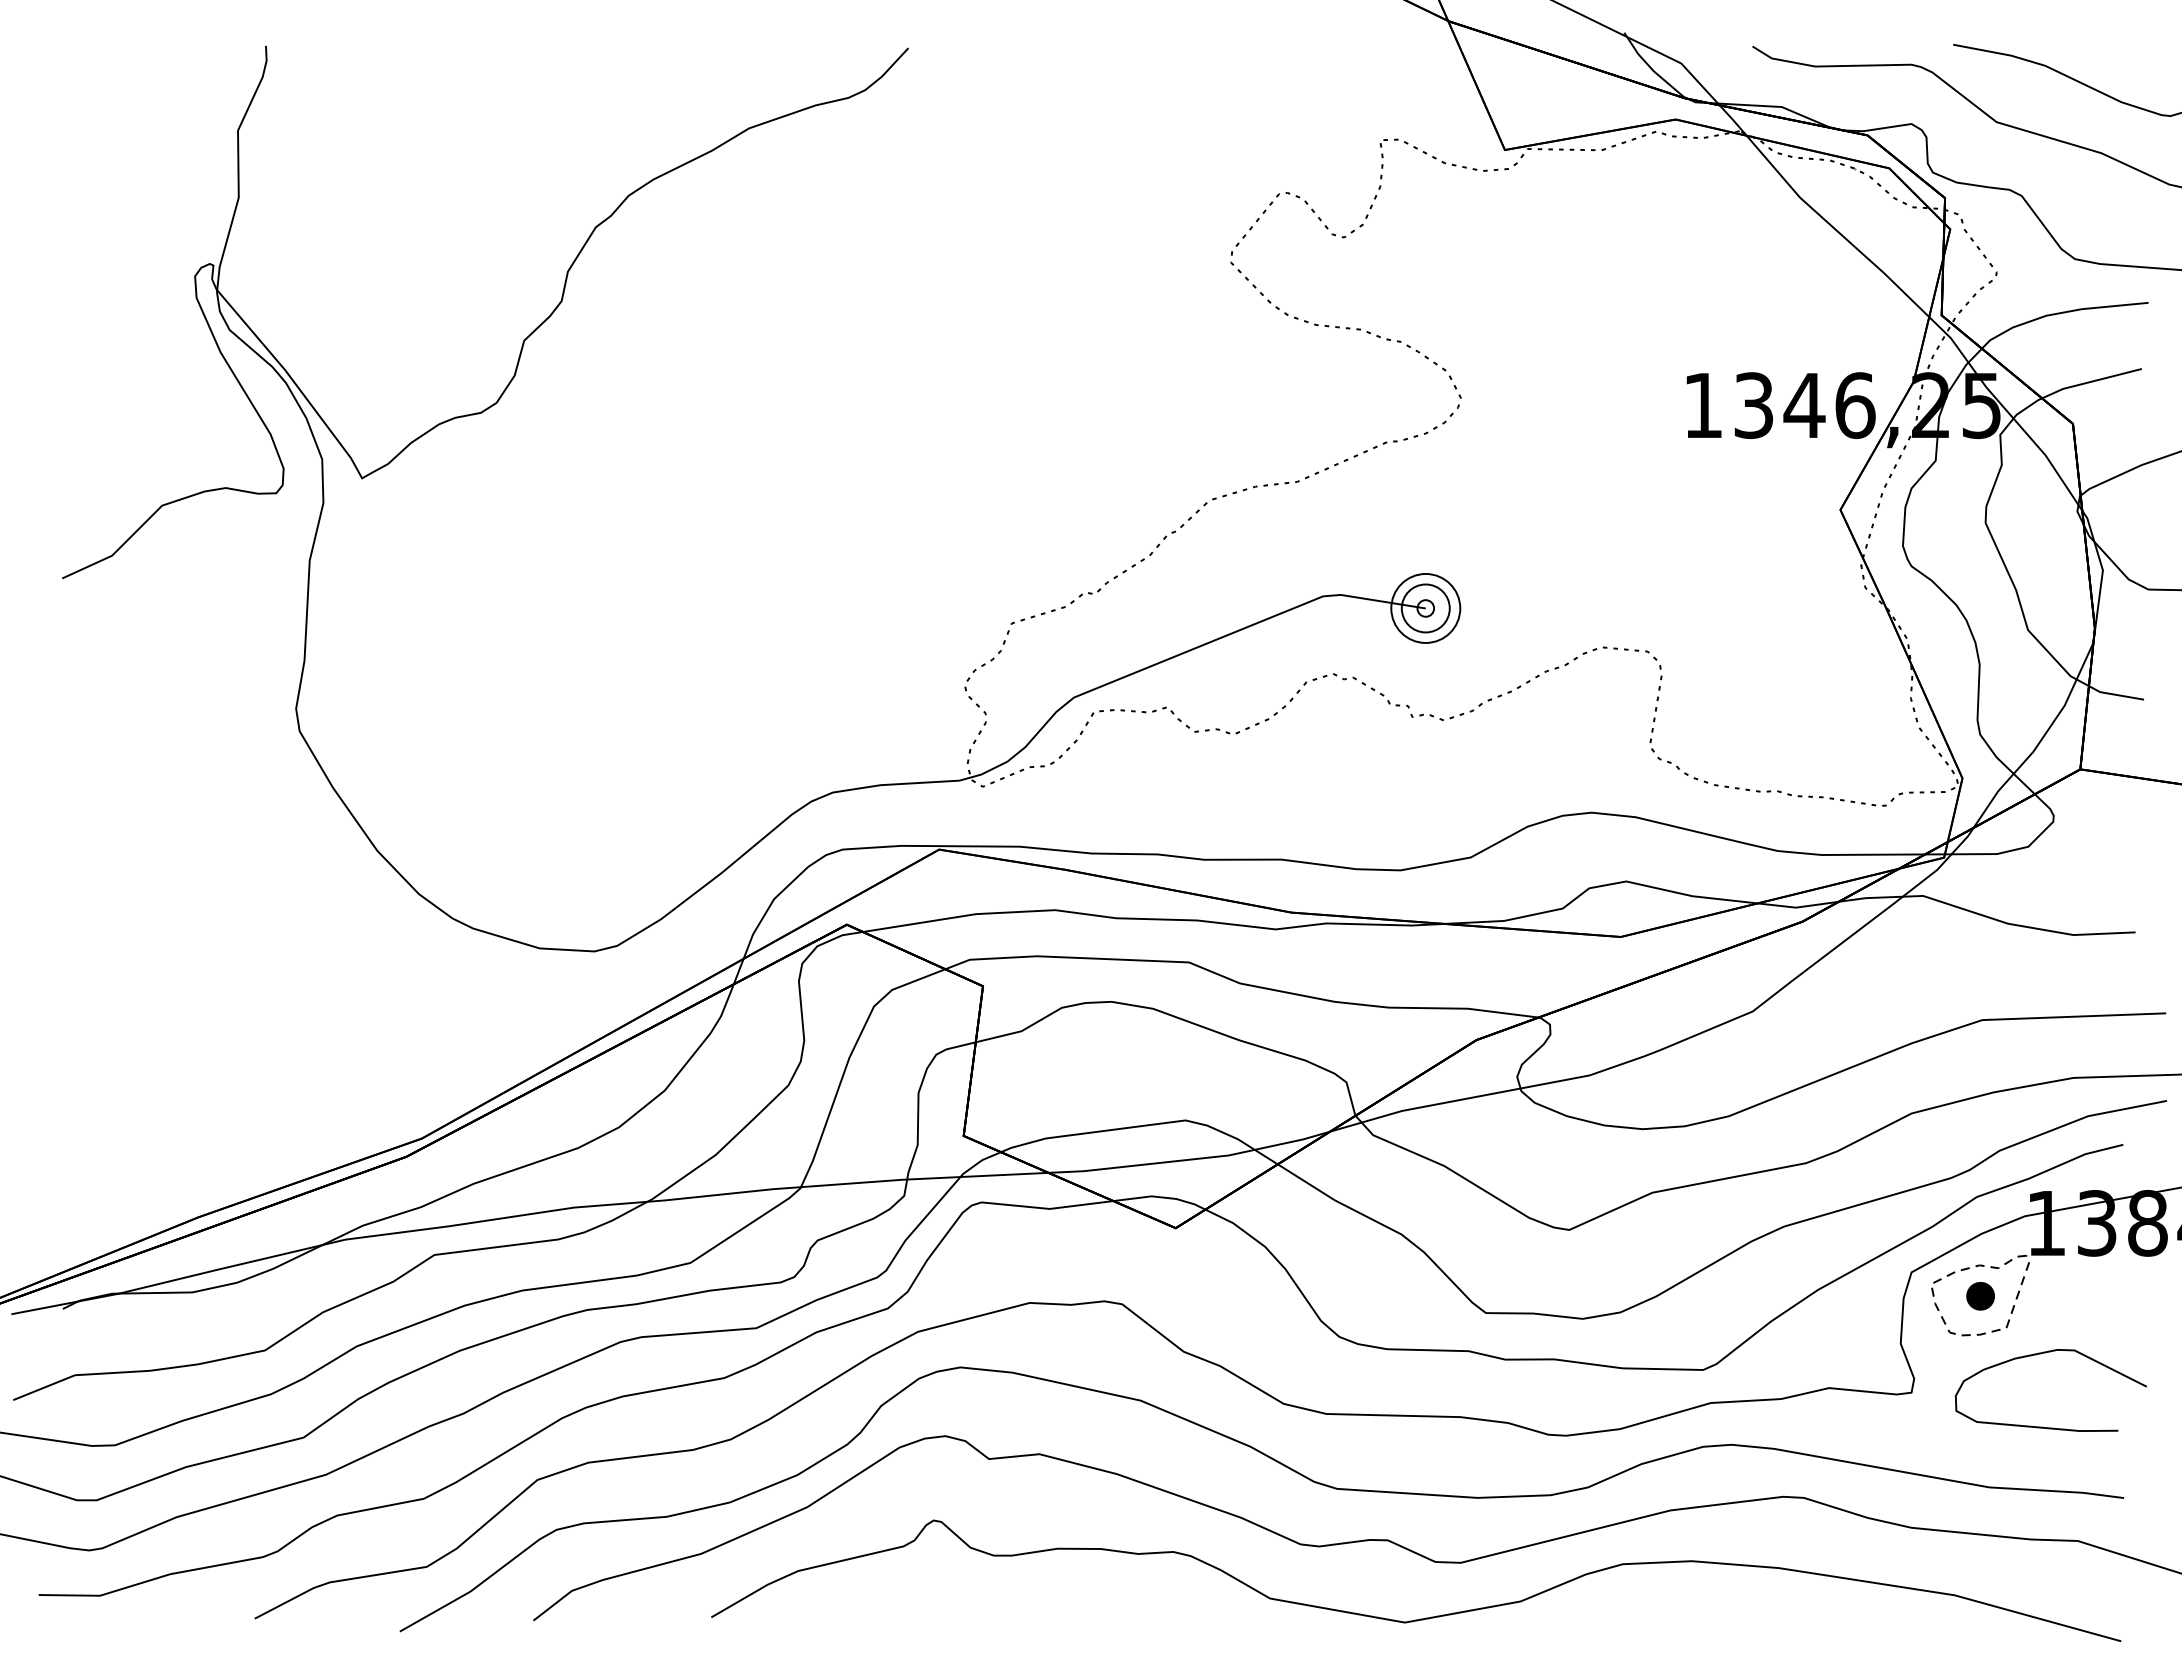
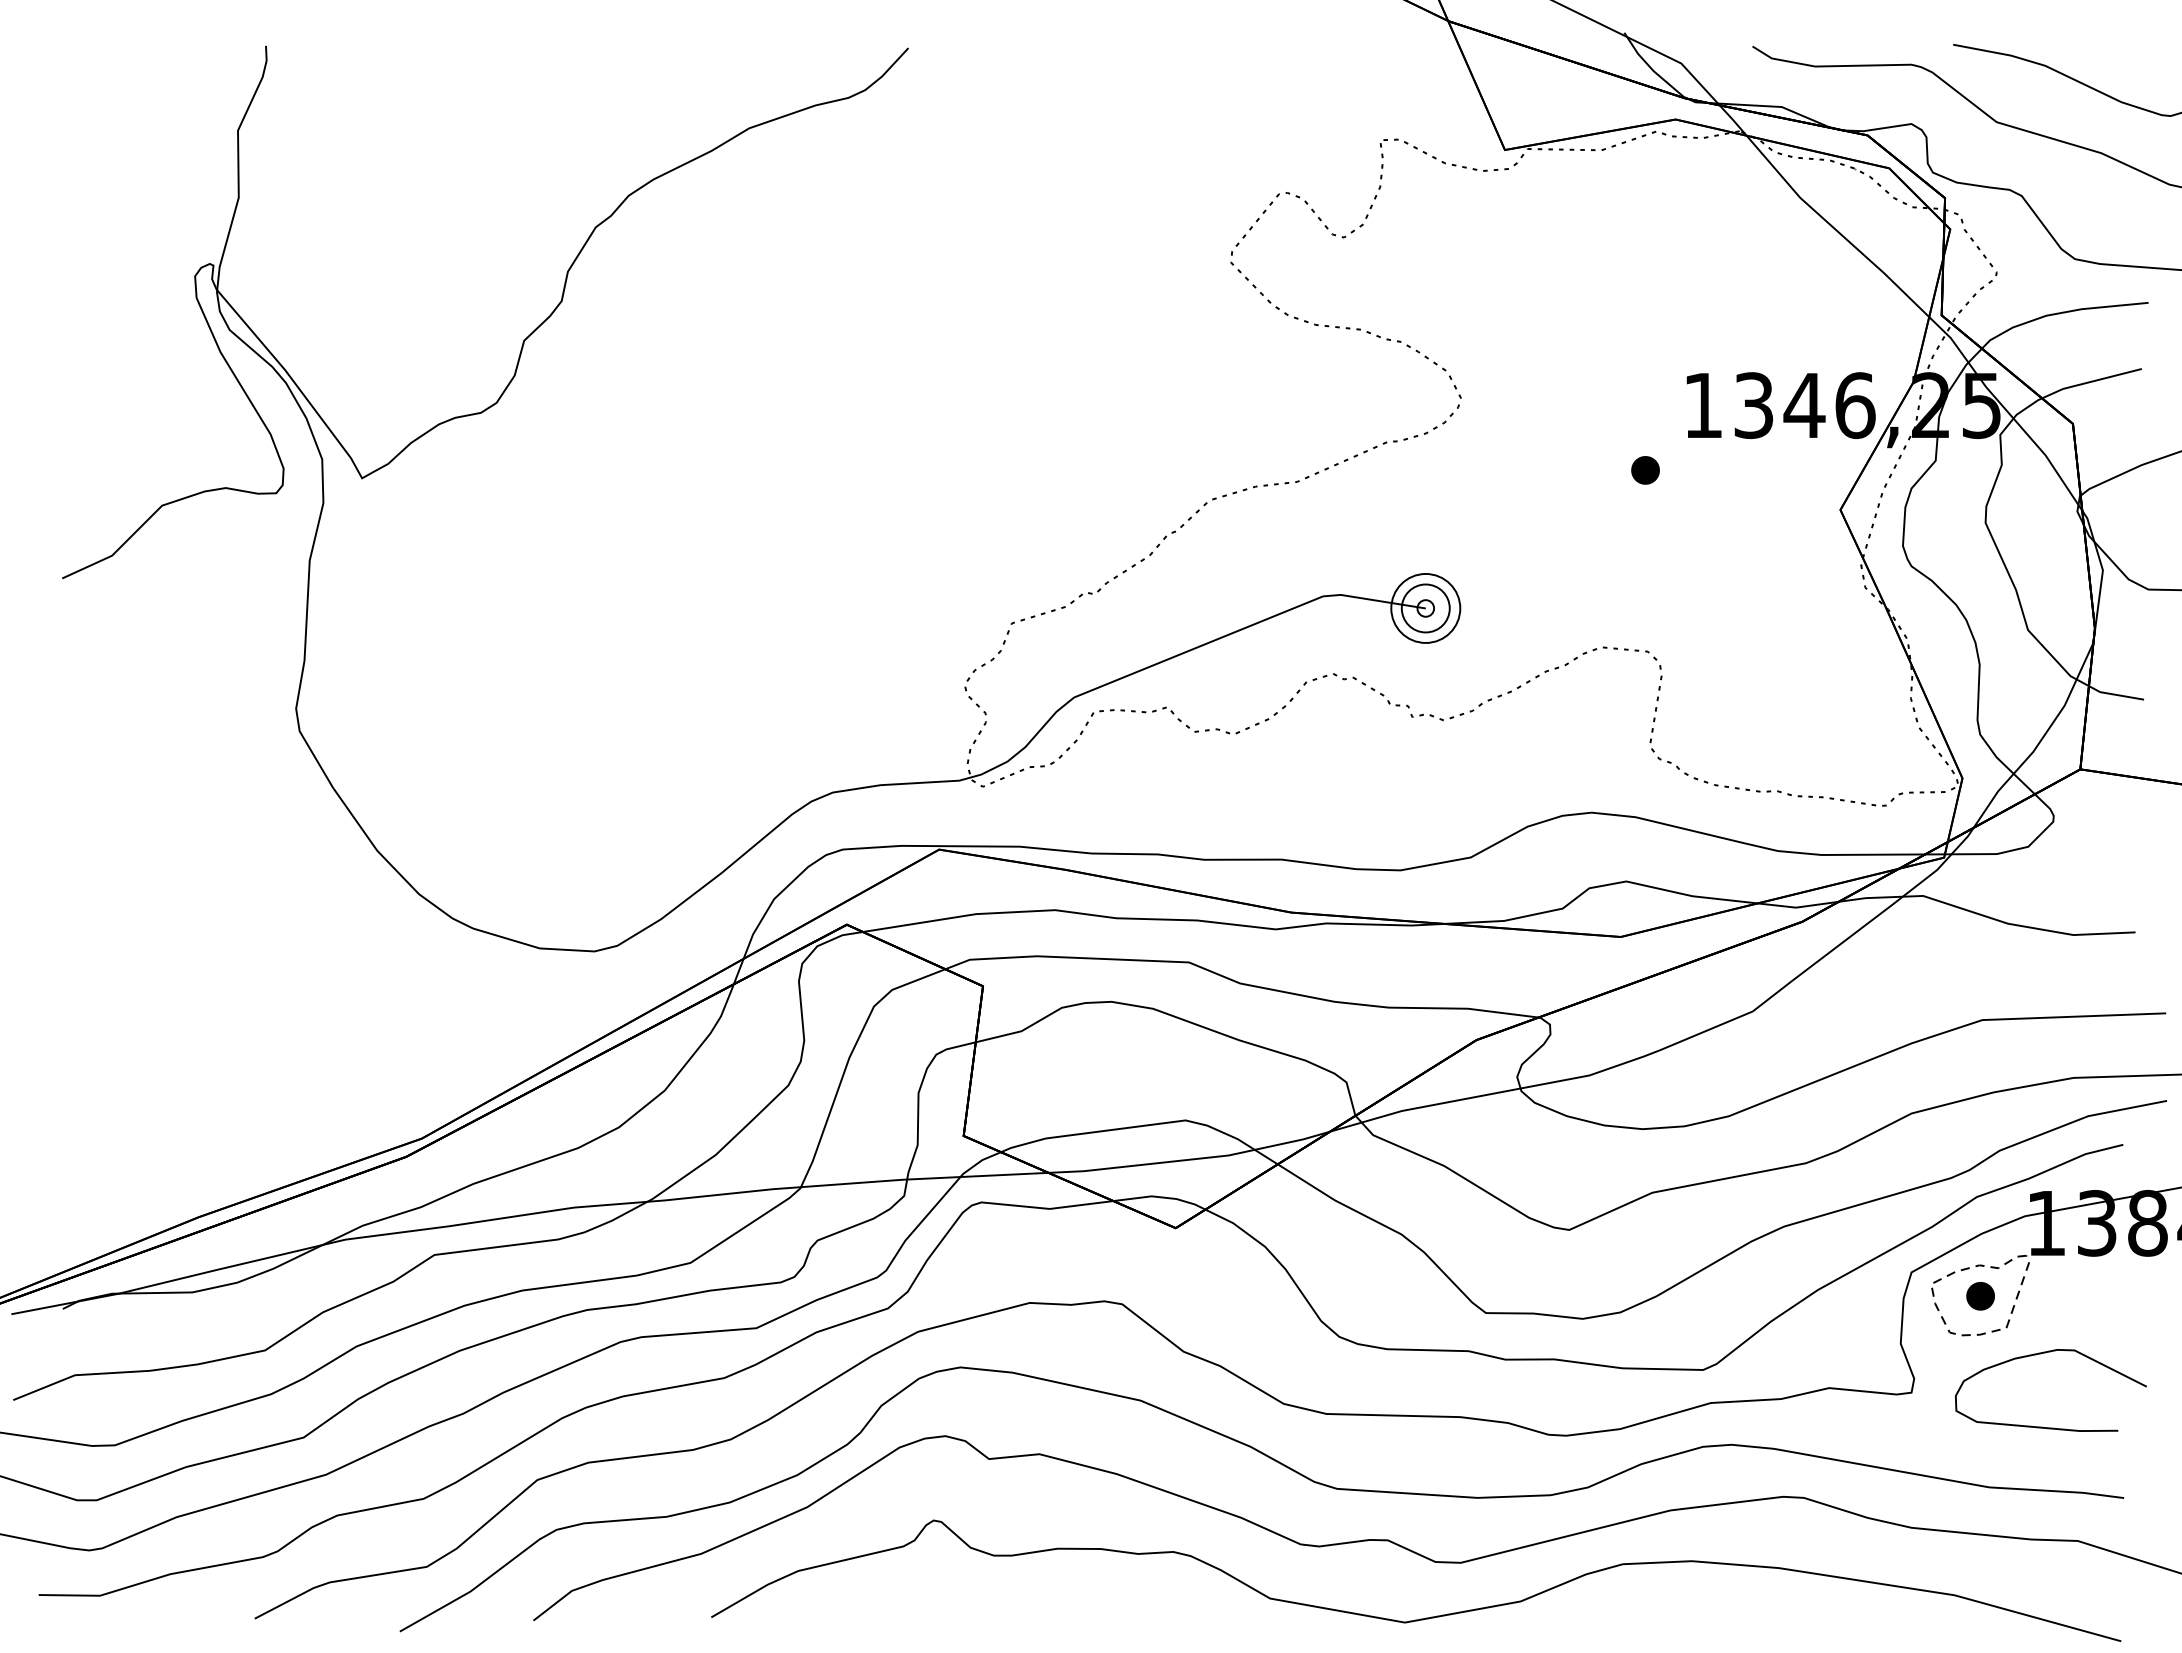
part at (1645, 470): none -> present
